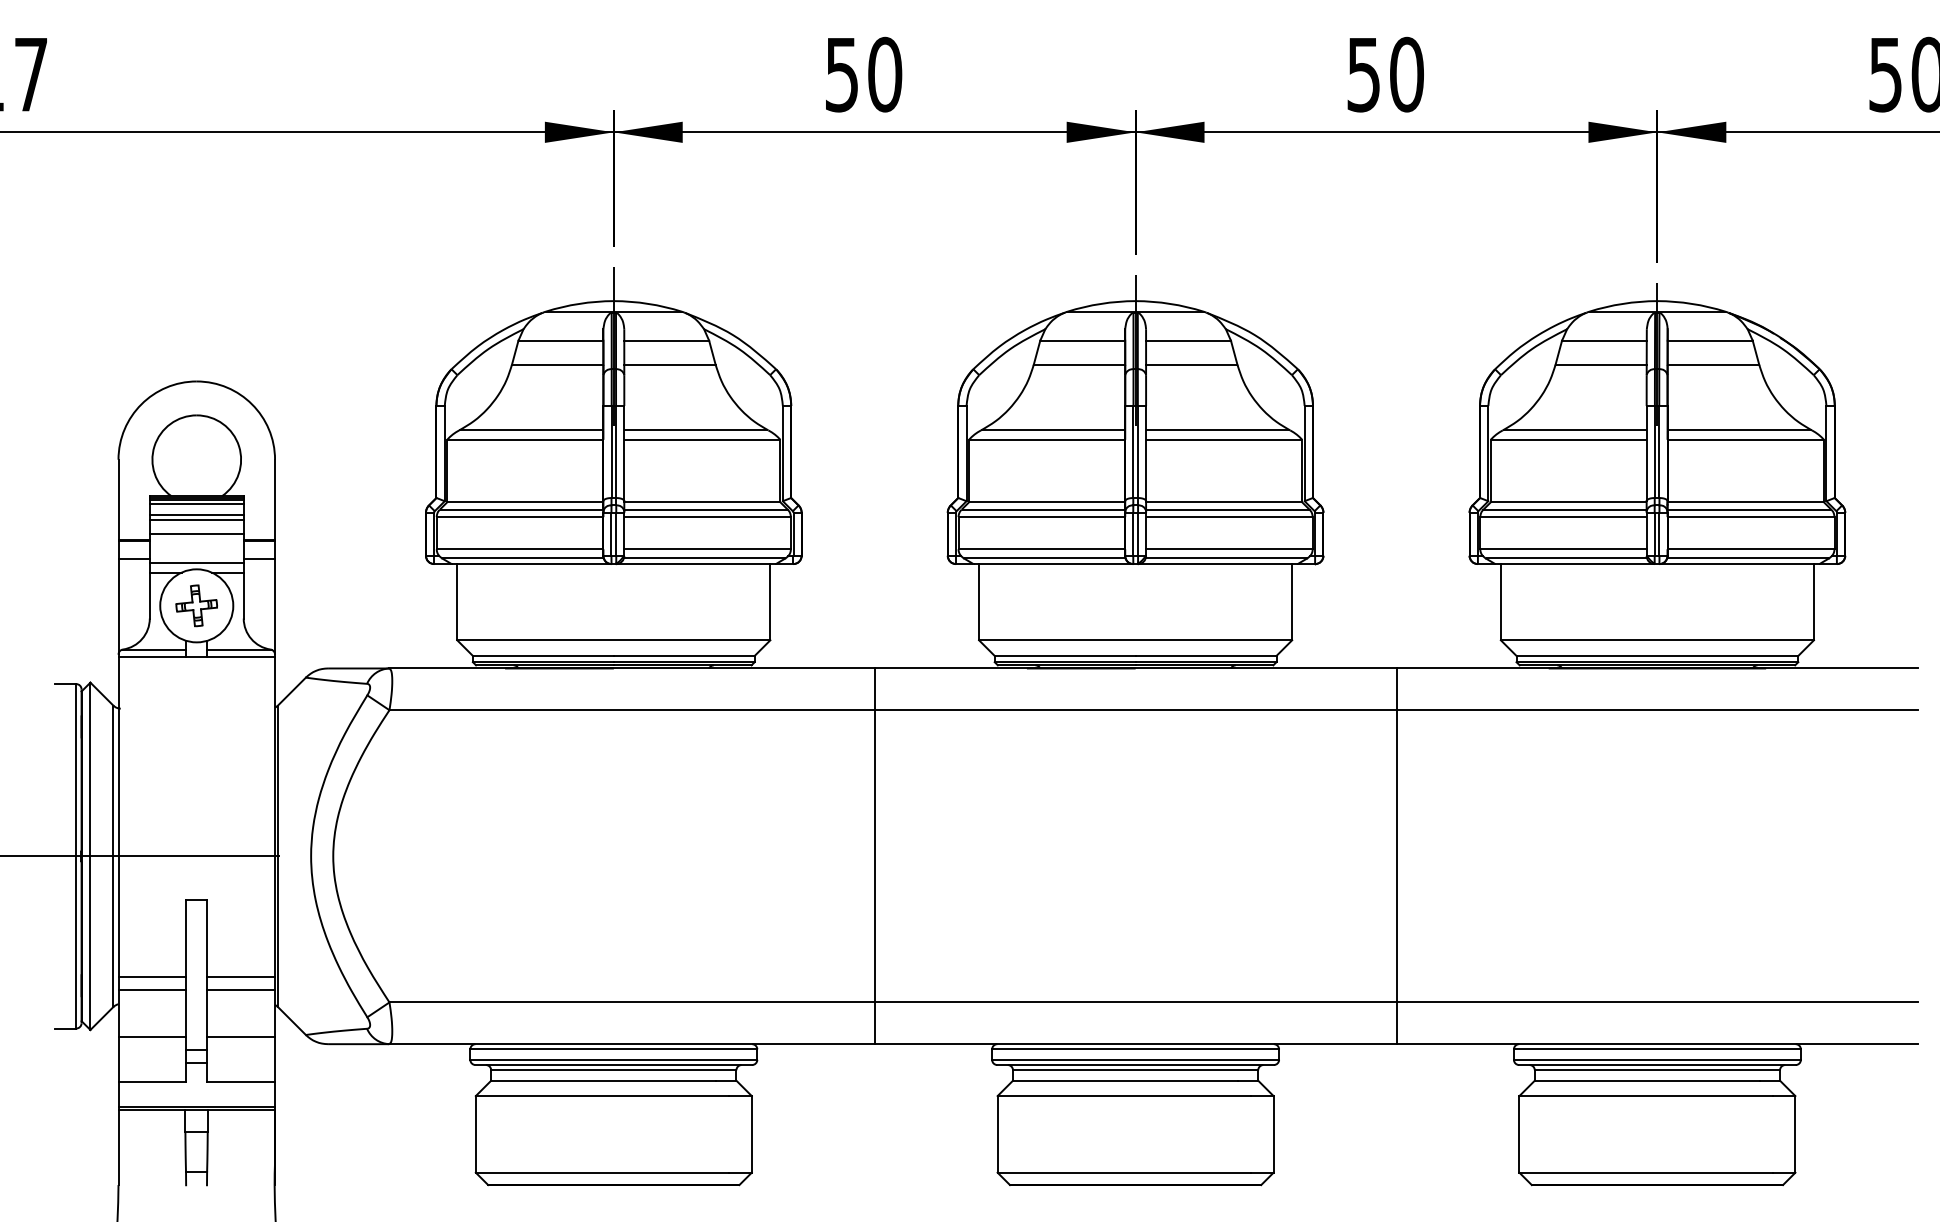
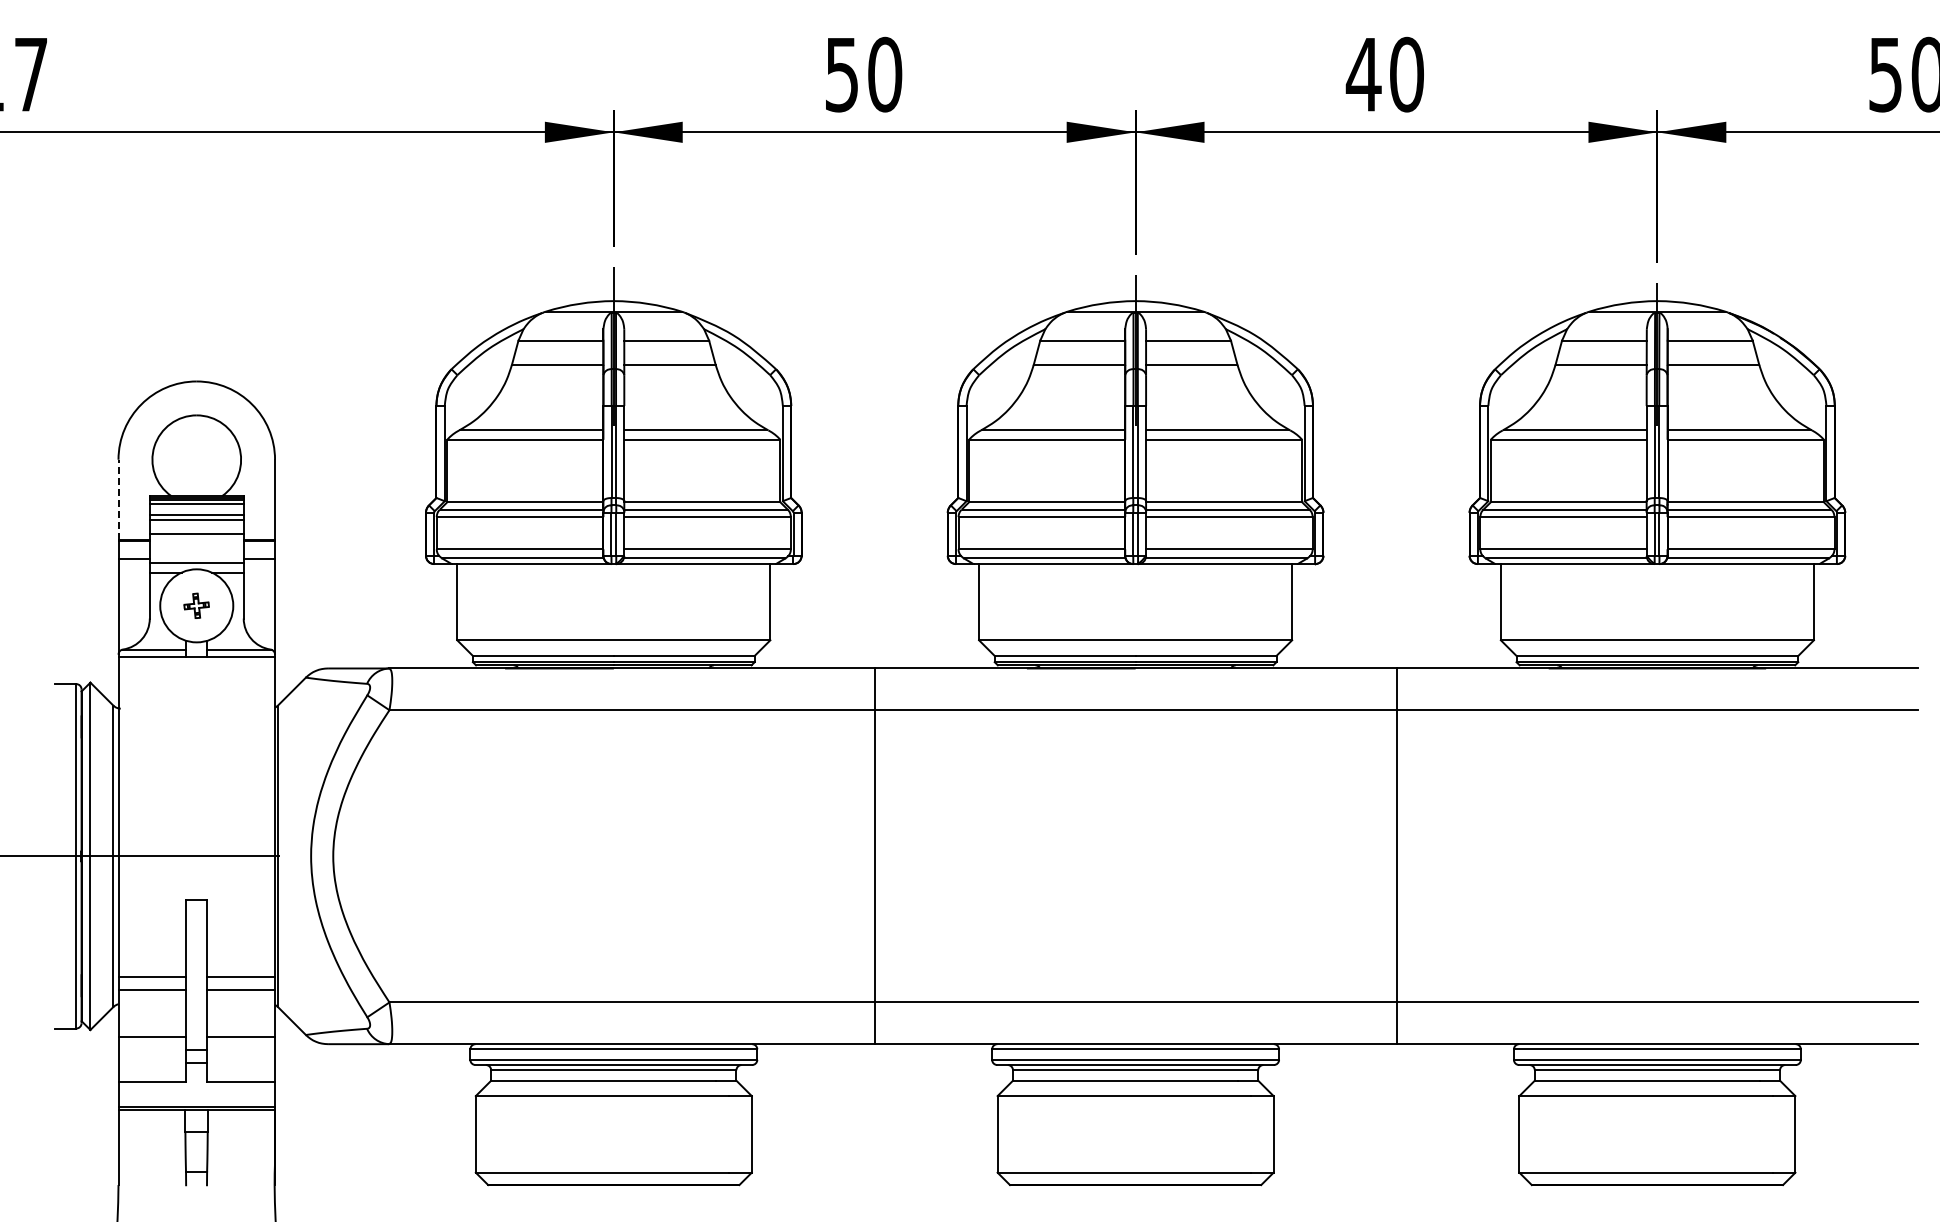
text at (1363, 75): 50 -> 40
line at (118, 499): solid -> dashed
part at (196, 605) size: 43x44 px -> 27x27 px
